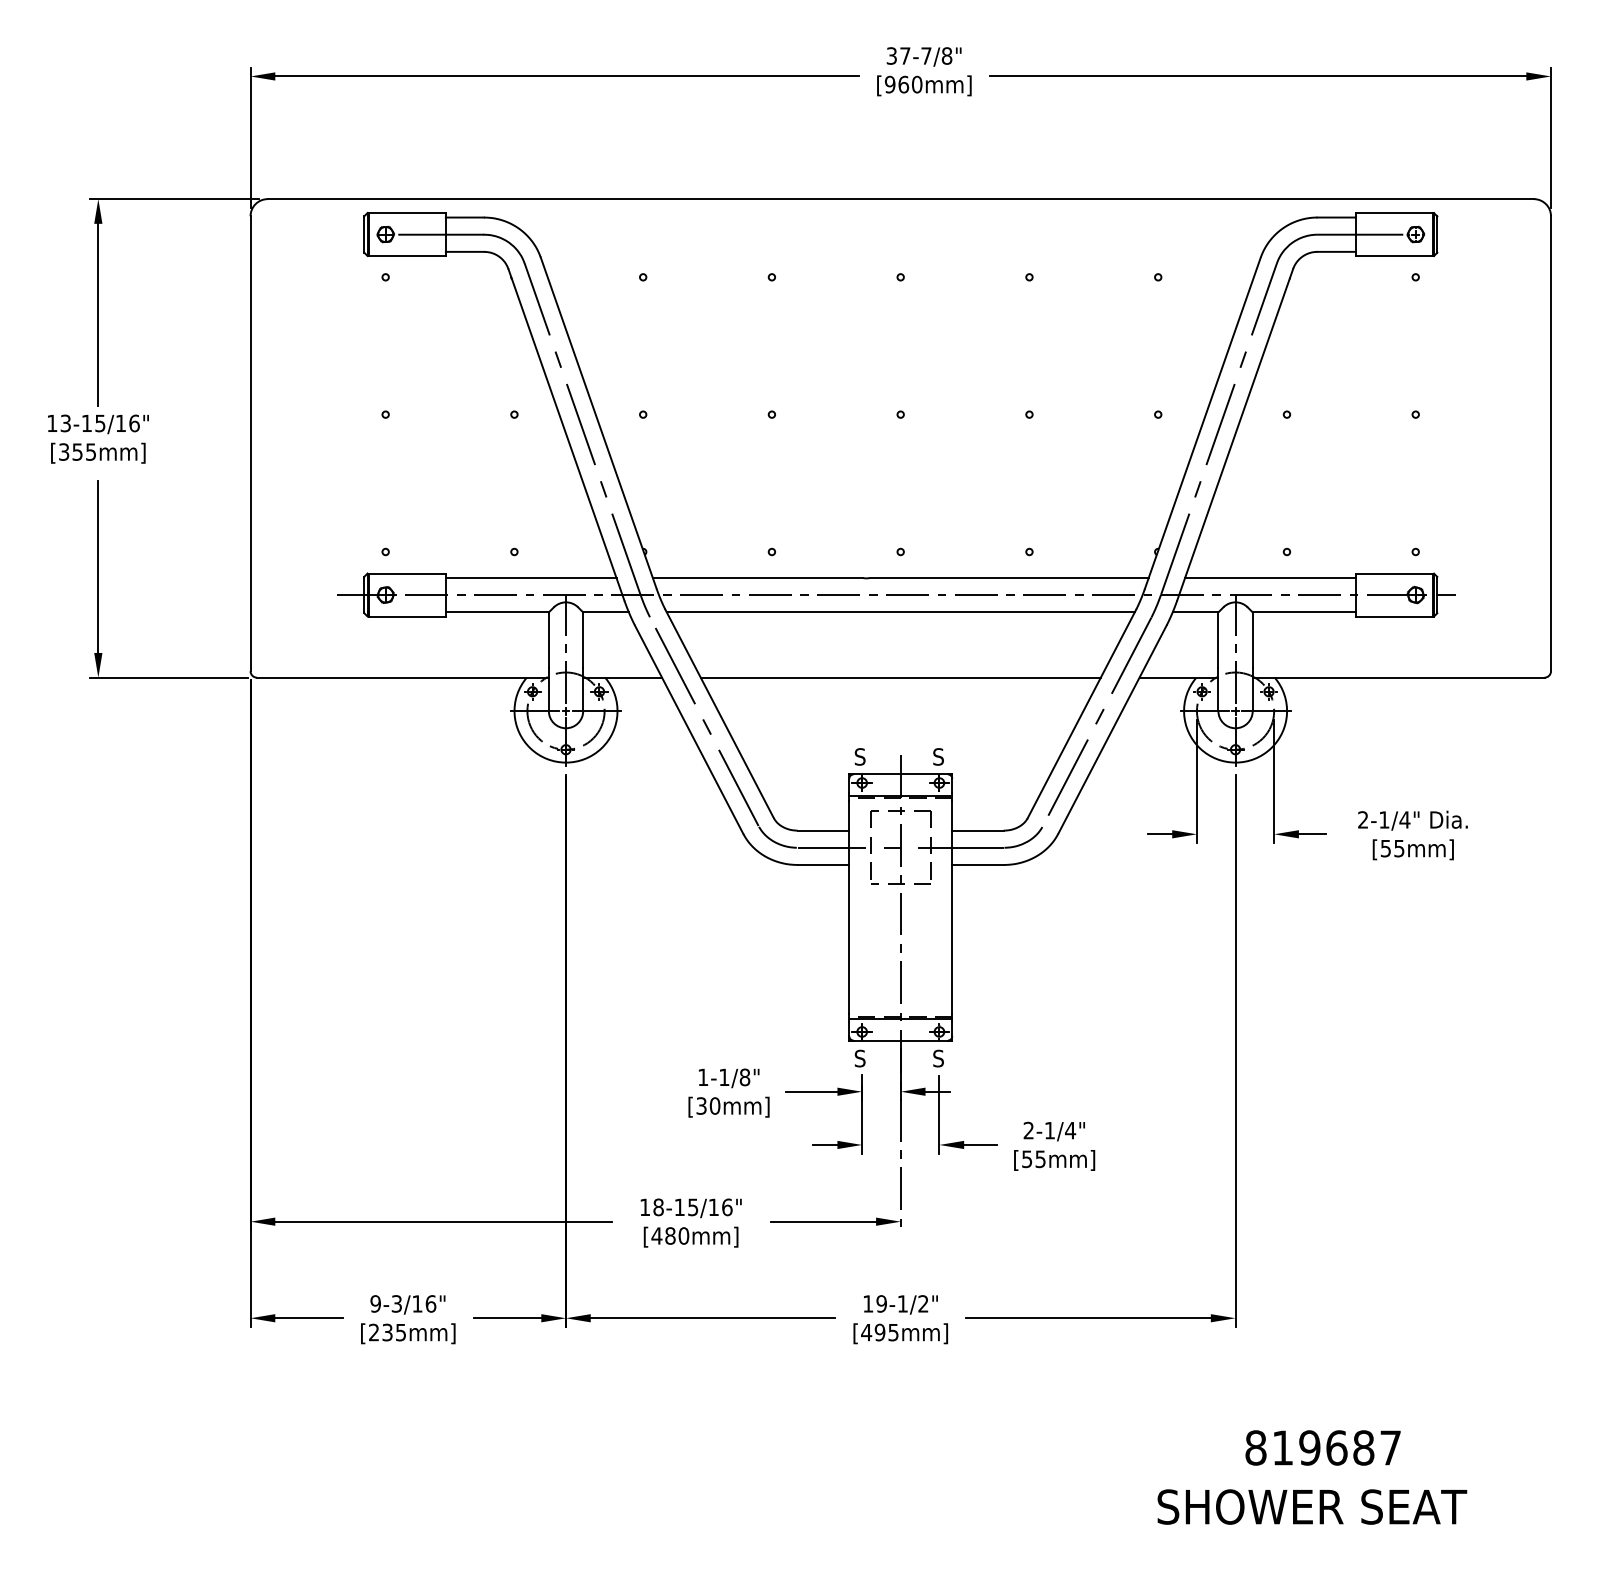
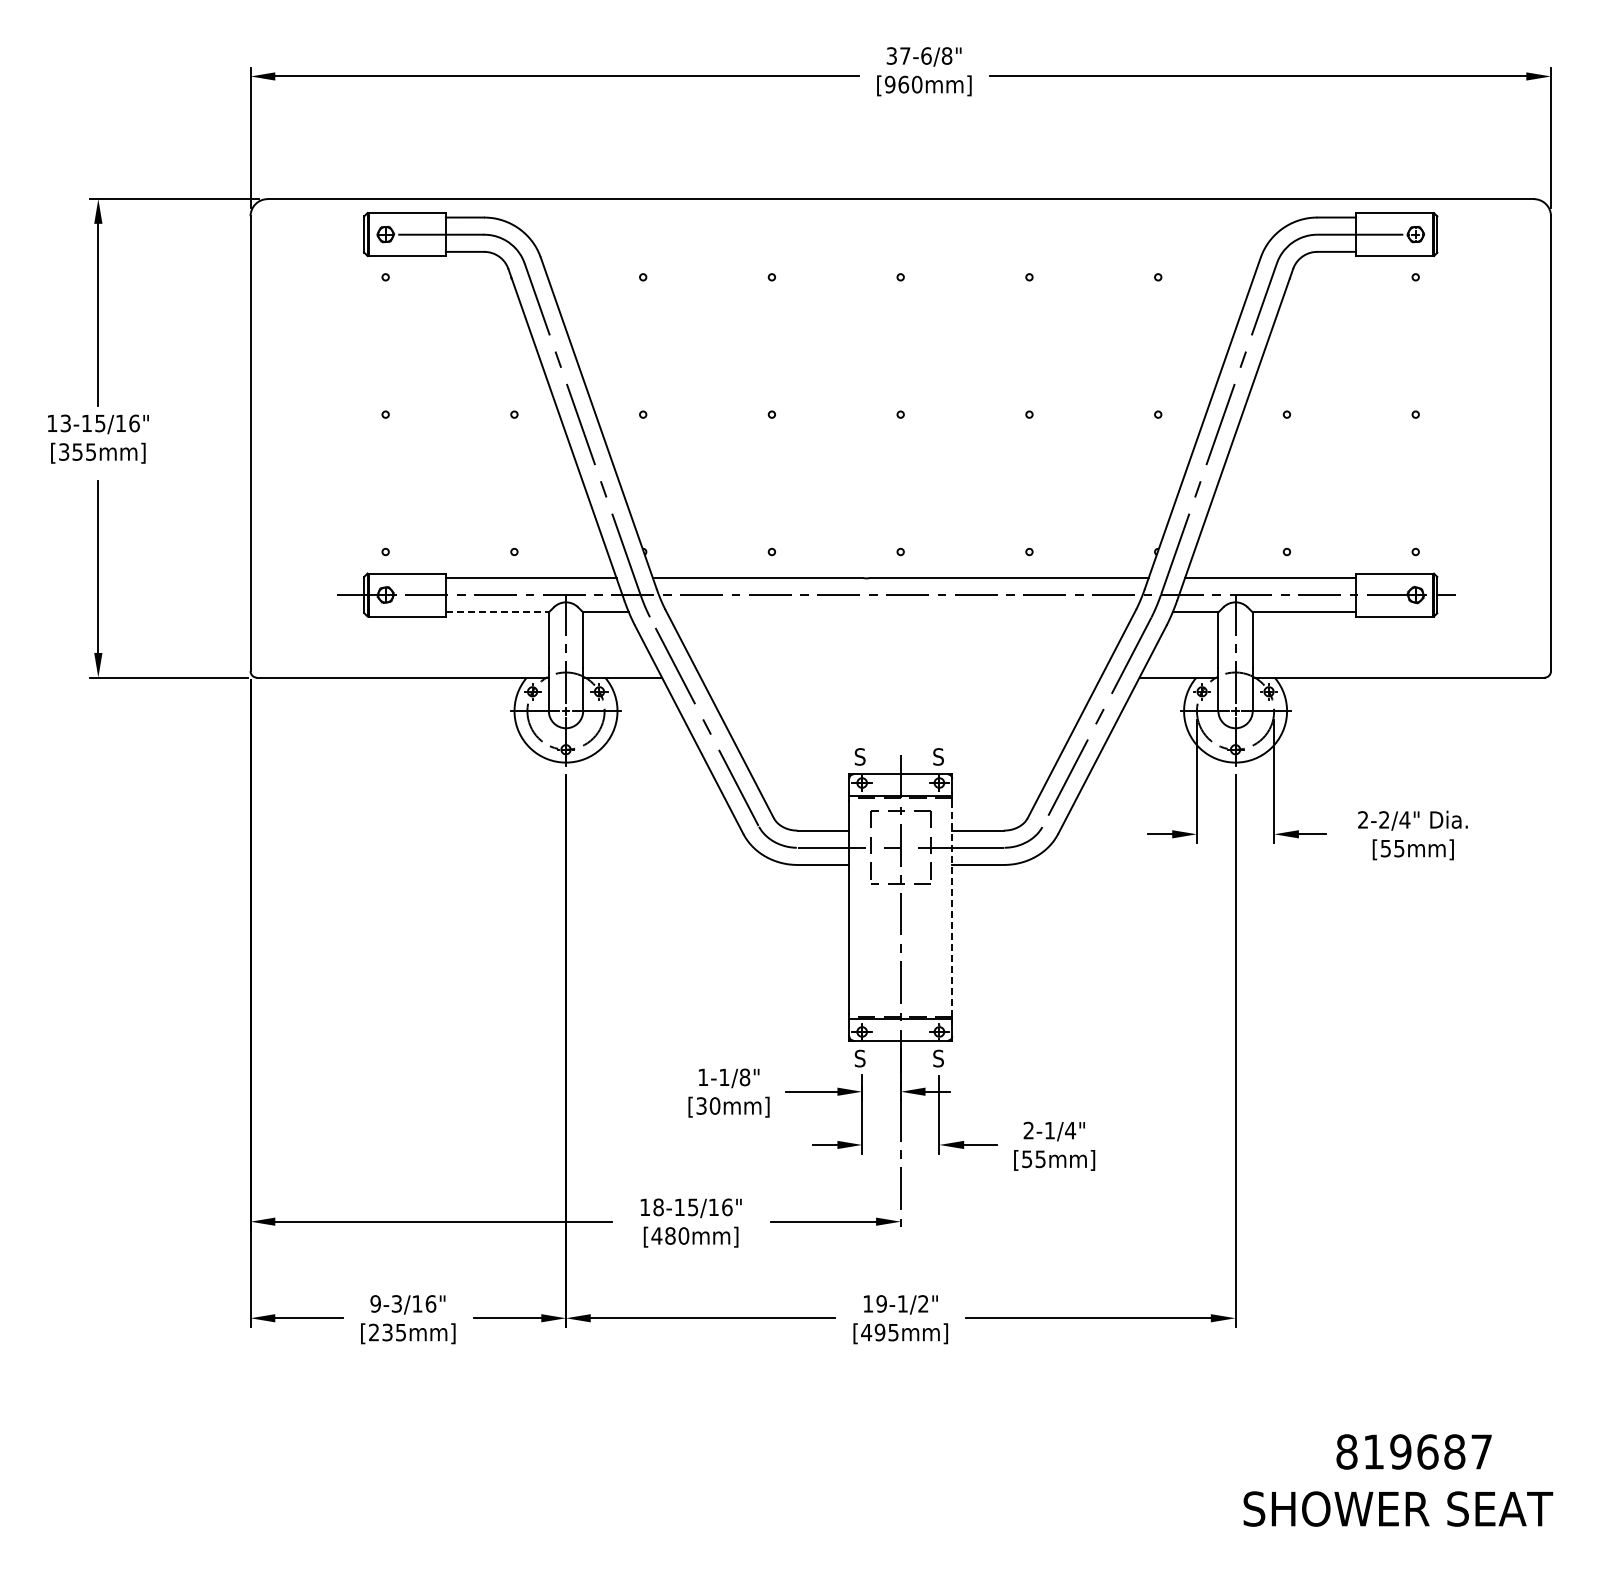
text at (926, 55): 37-7/8" -> 37-6/8"
line at (497, 612): solid -> dashed
line at (900, 612): present -> none
line at (900, 677): present -> none
text at (1384, 819): 2-1/4" -> 2-2/4"
line at (952, 908): solid -> dashed
text at (1322, 1447) position: (1322, 1447) -> (1413, 1451)
text at (1312, 1506) position: (1312, 1506) -> (1398, 1508)
